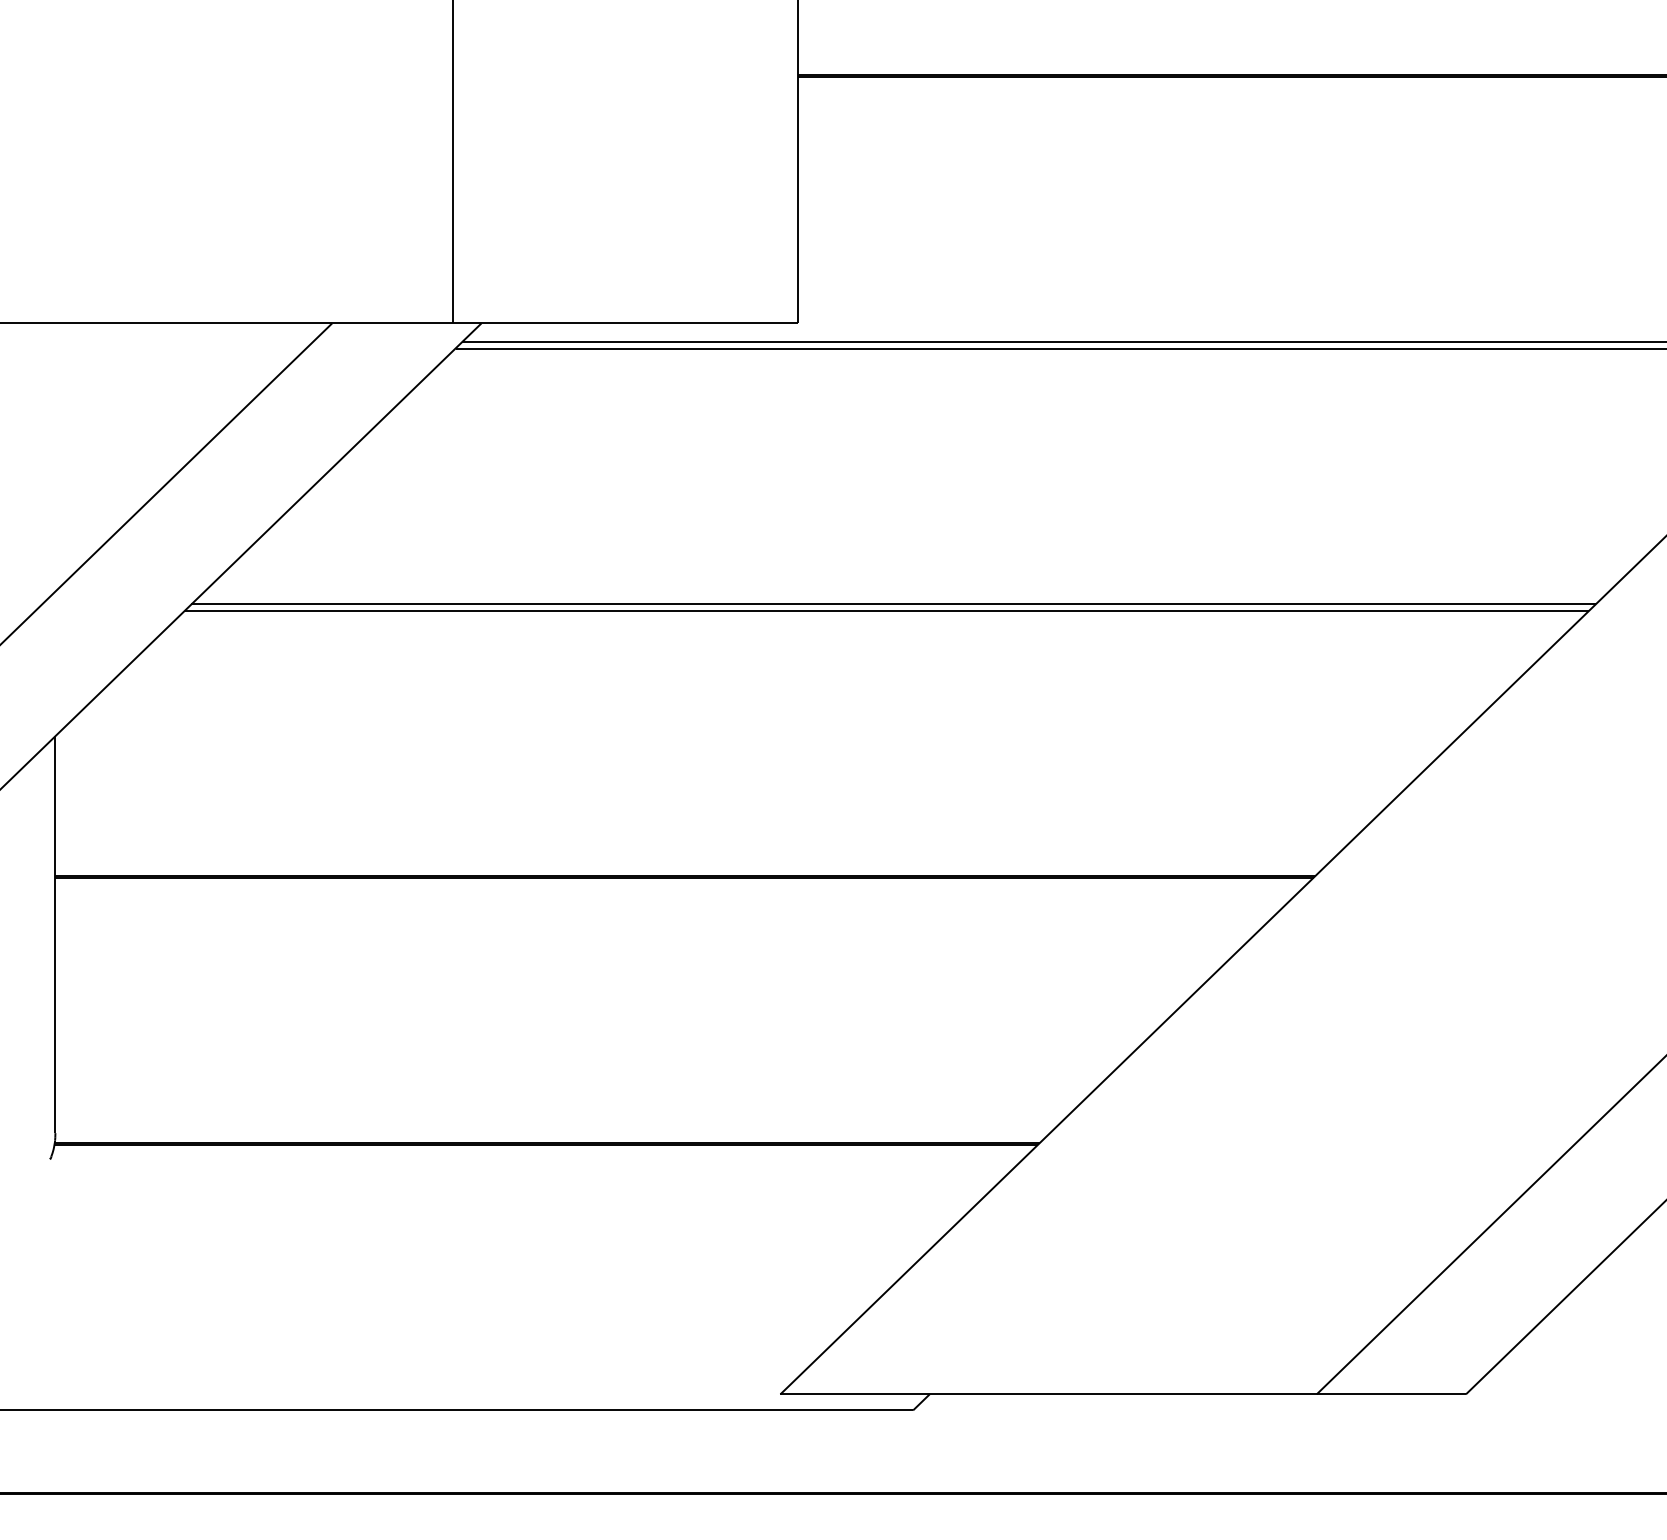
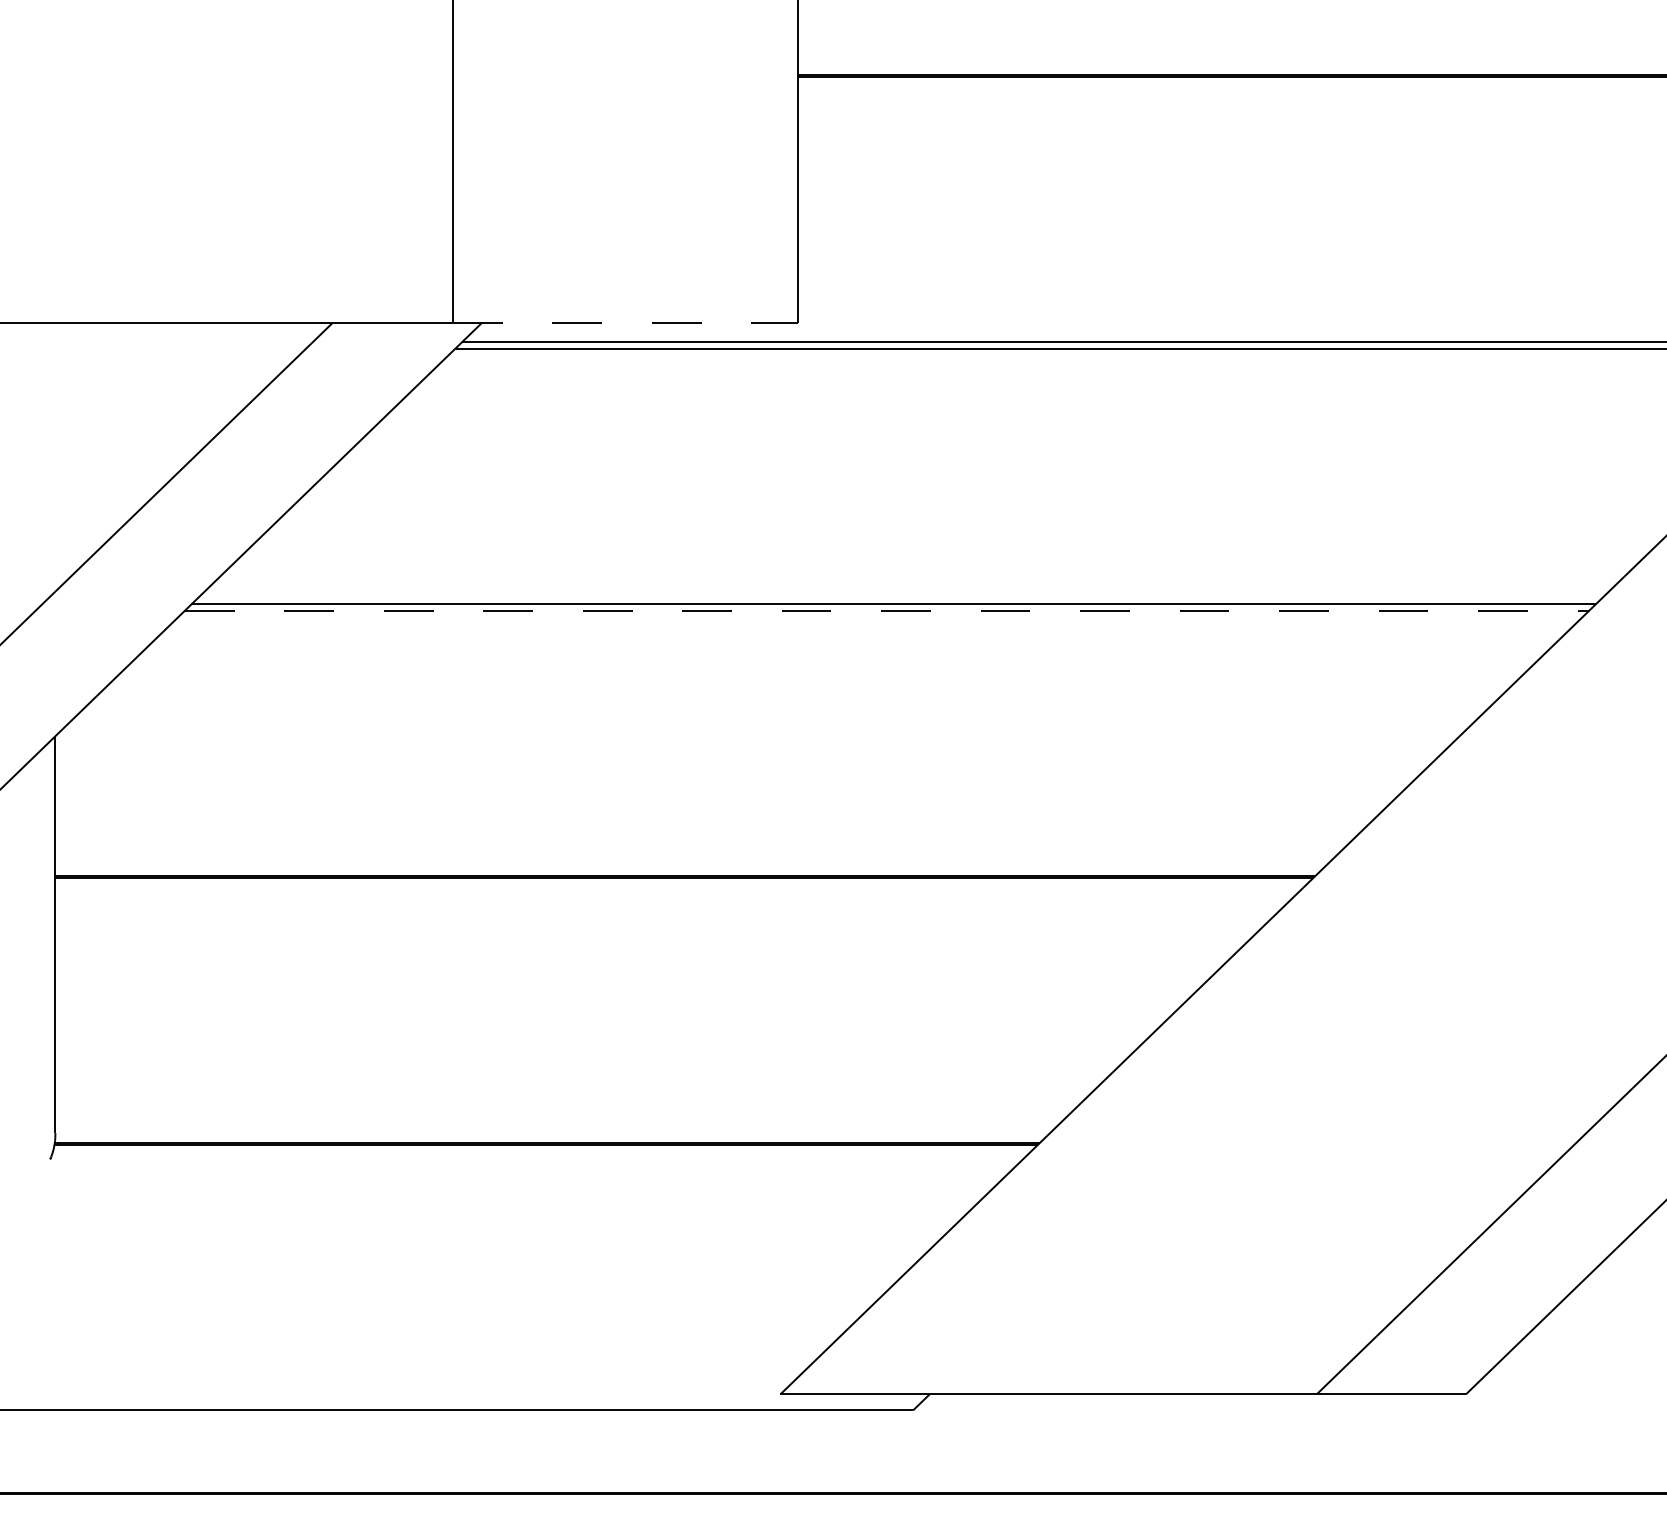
line at (625, 323): solid -> dashed
line at (887, 610): solid -> dashed
